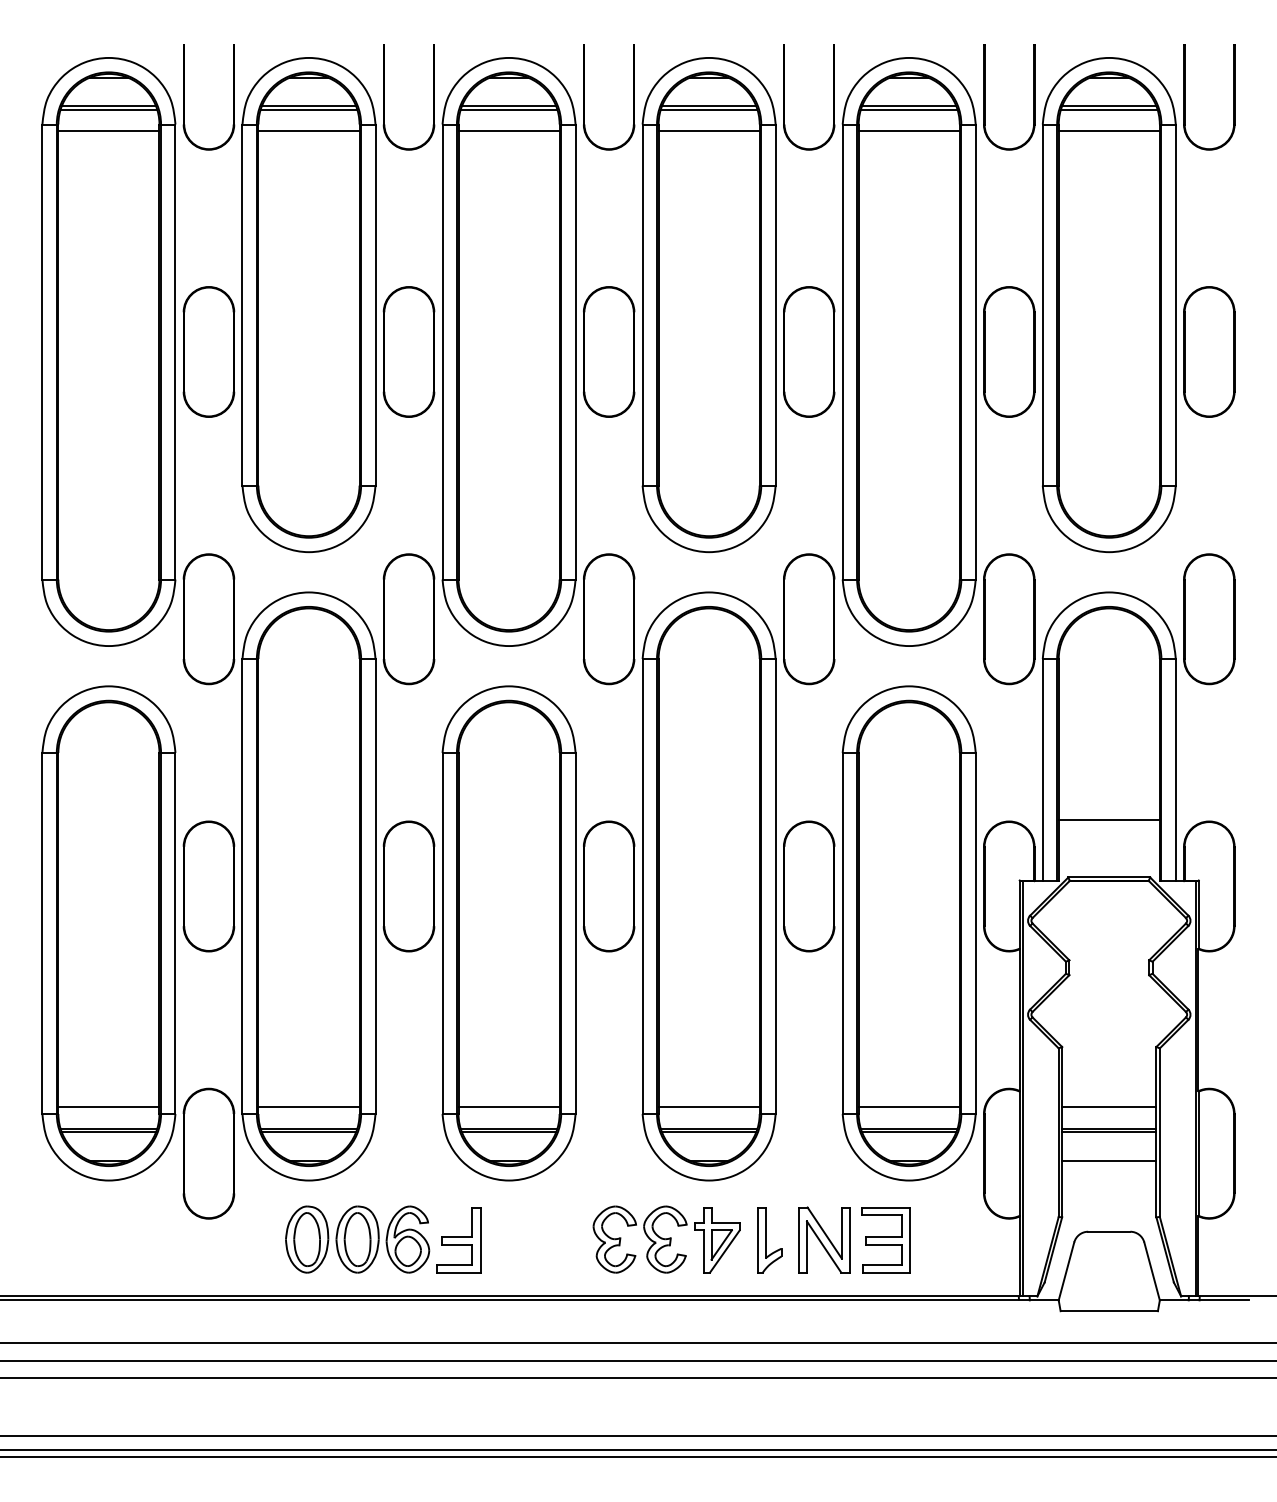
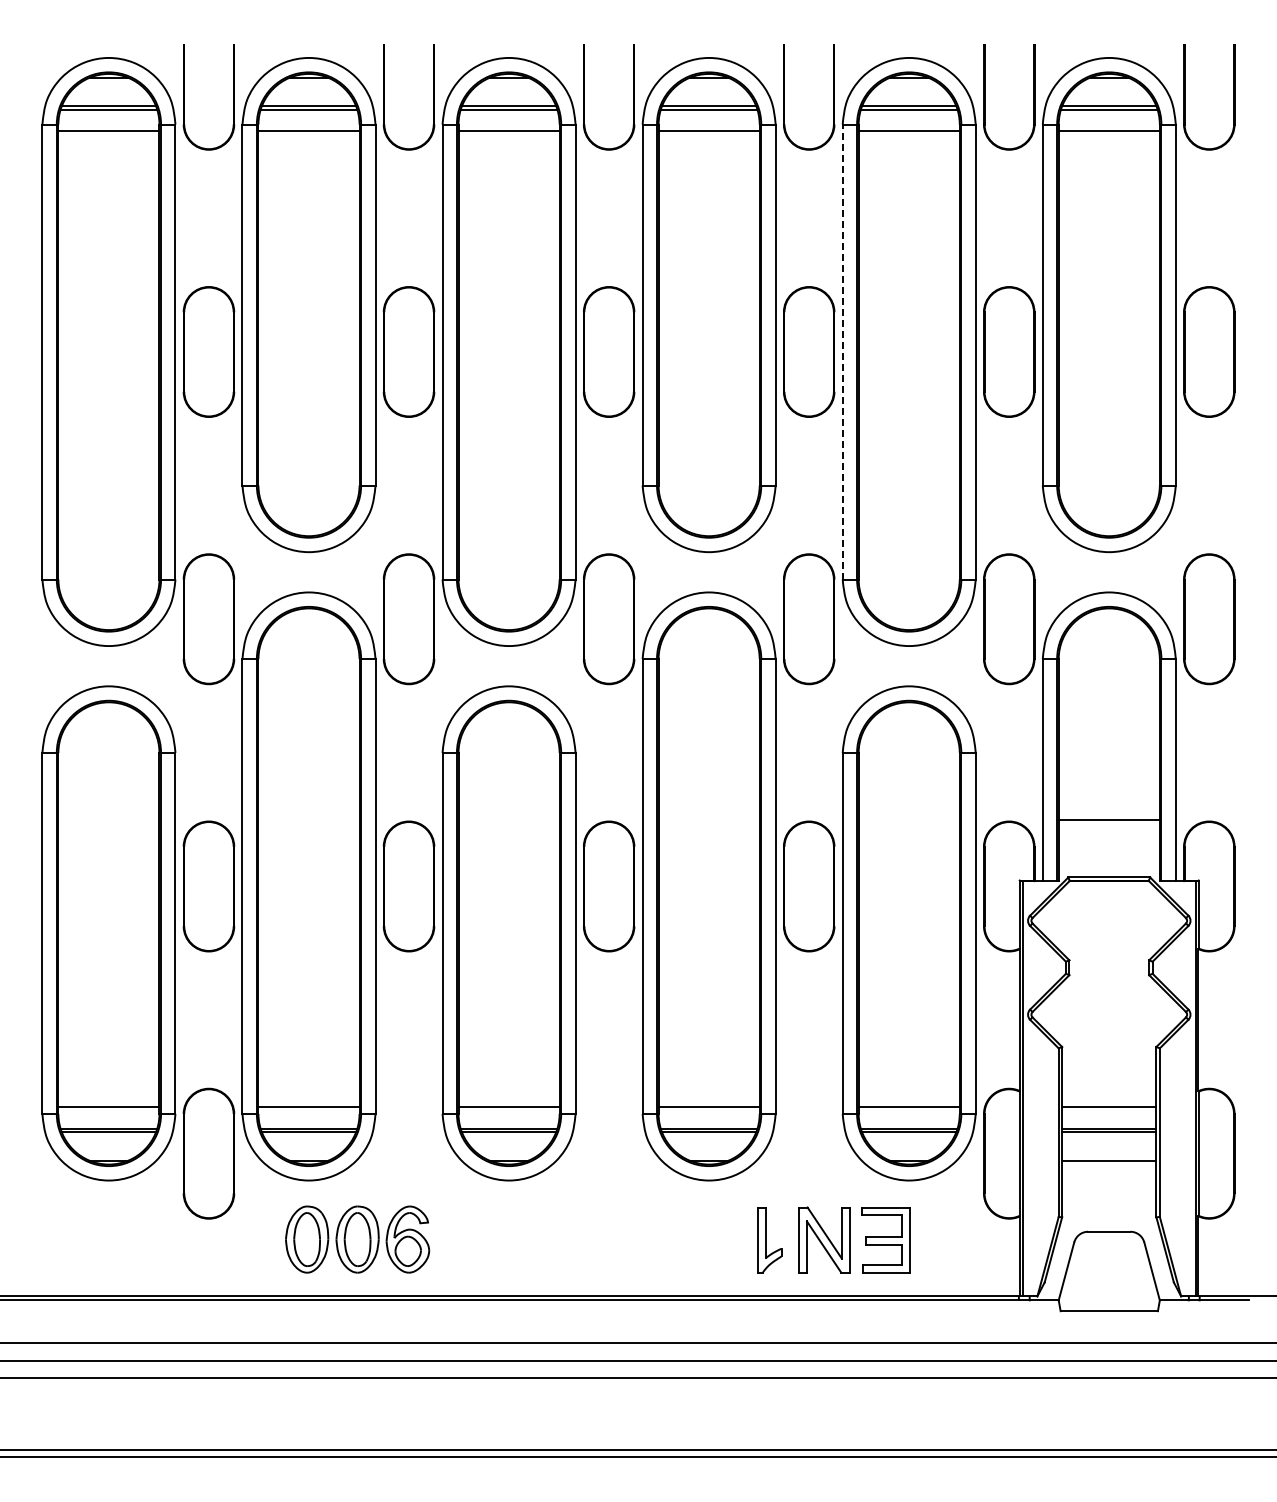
line at (842, 352): solid -> dashed
part at (666, 1239): present -> none
part at (458, 1240): present -> none
line at (637, 1435): present -> none
